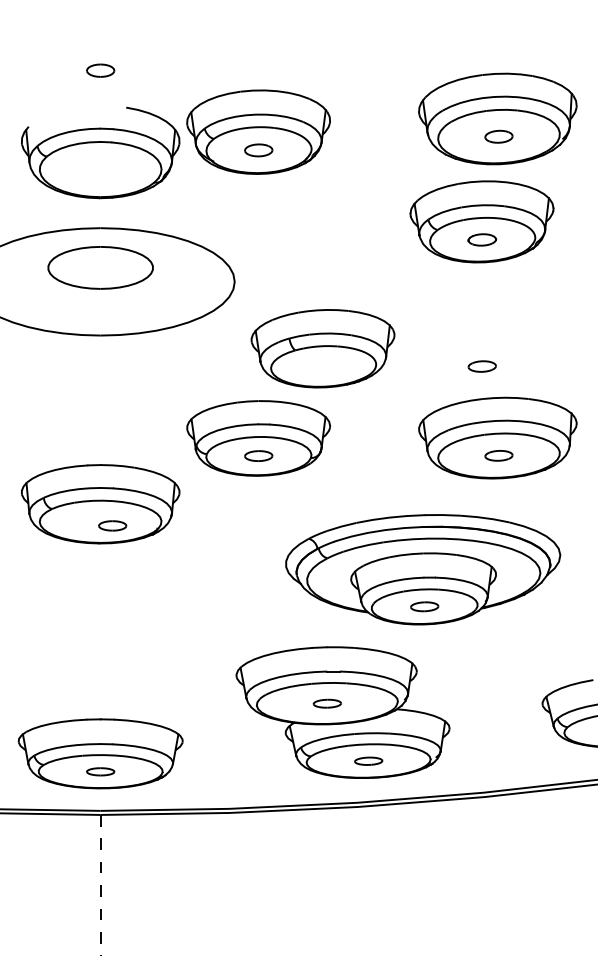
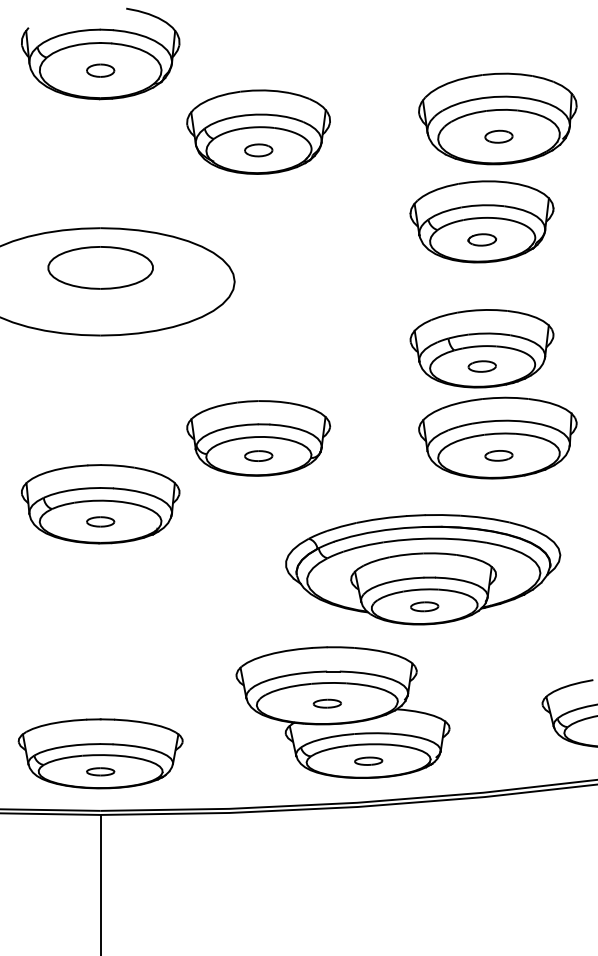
part at (100, 152) position: (100, 152) -> (100, 53)
part at (322, 348) position: (322, 348) -> (481, 348)
part at (112, 525) position: (112, 525) -> (100, 521)
line at (100, 885): dashed -> solid
